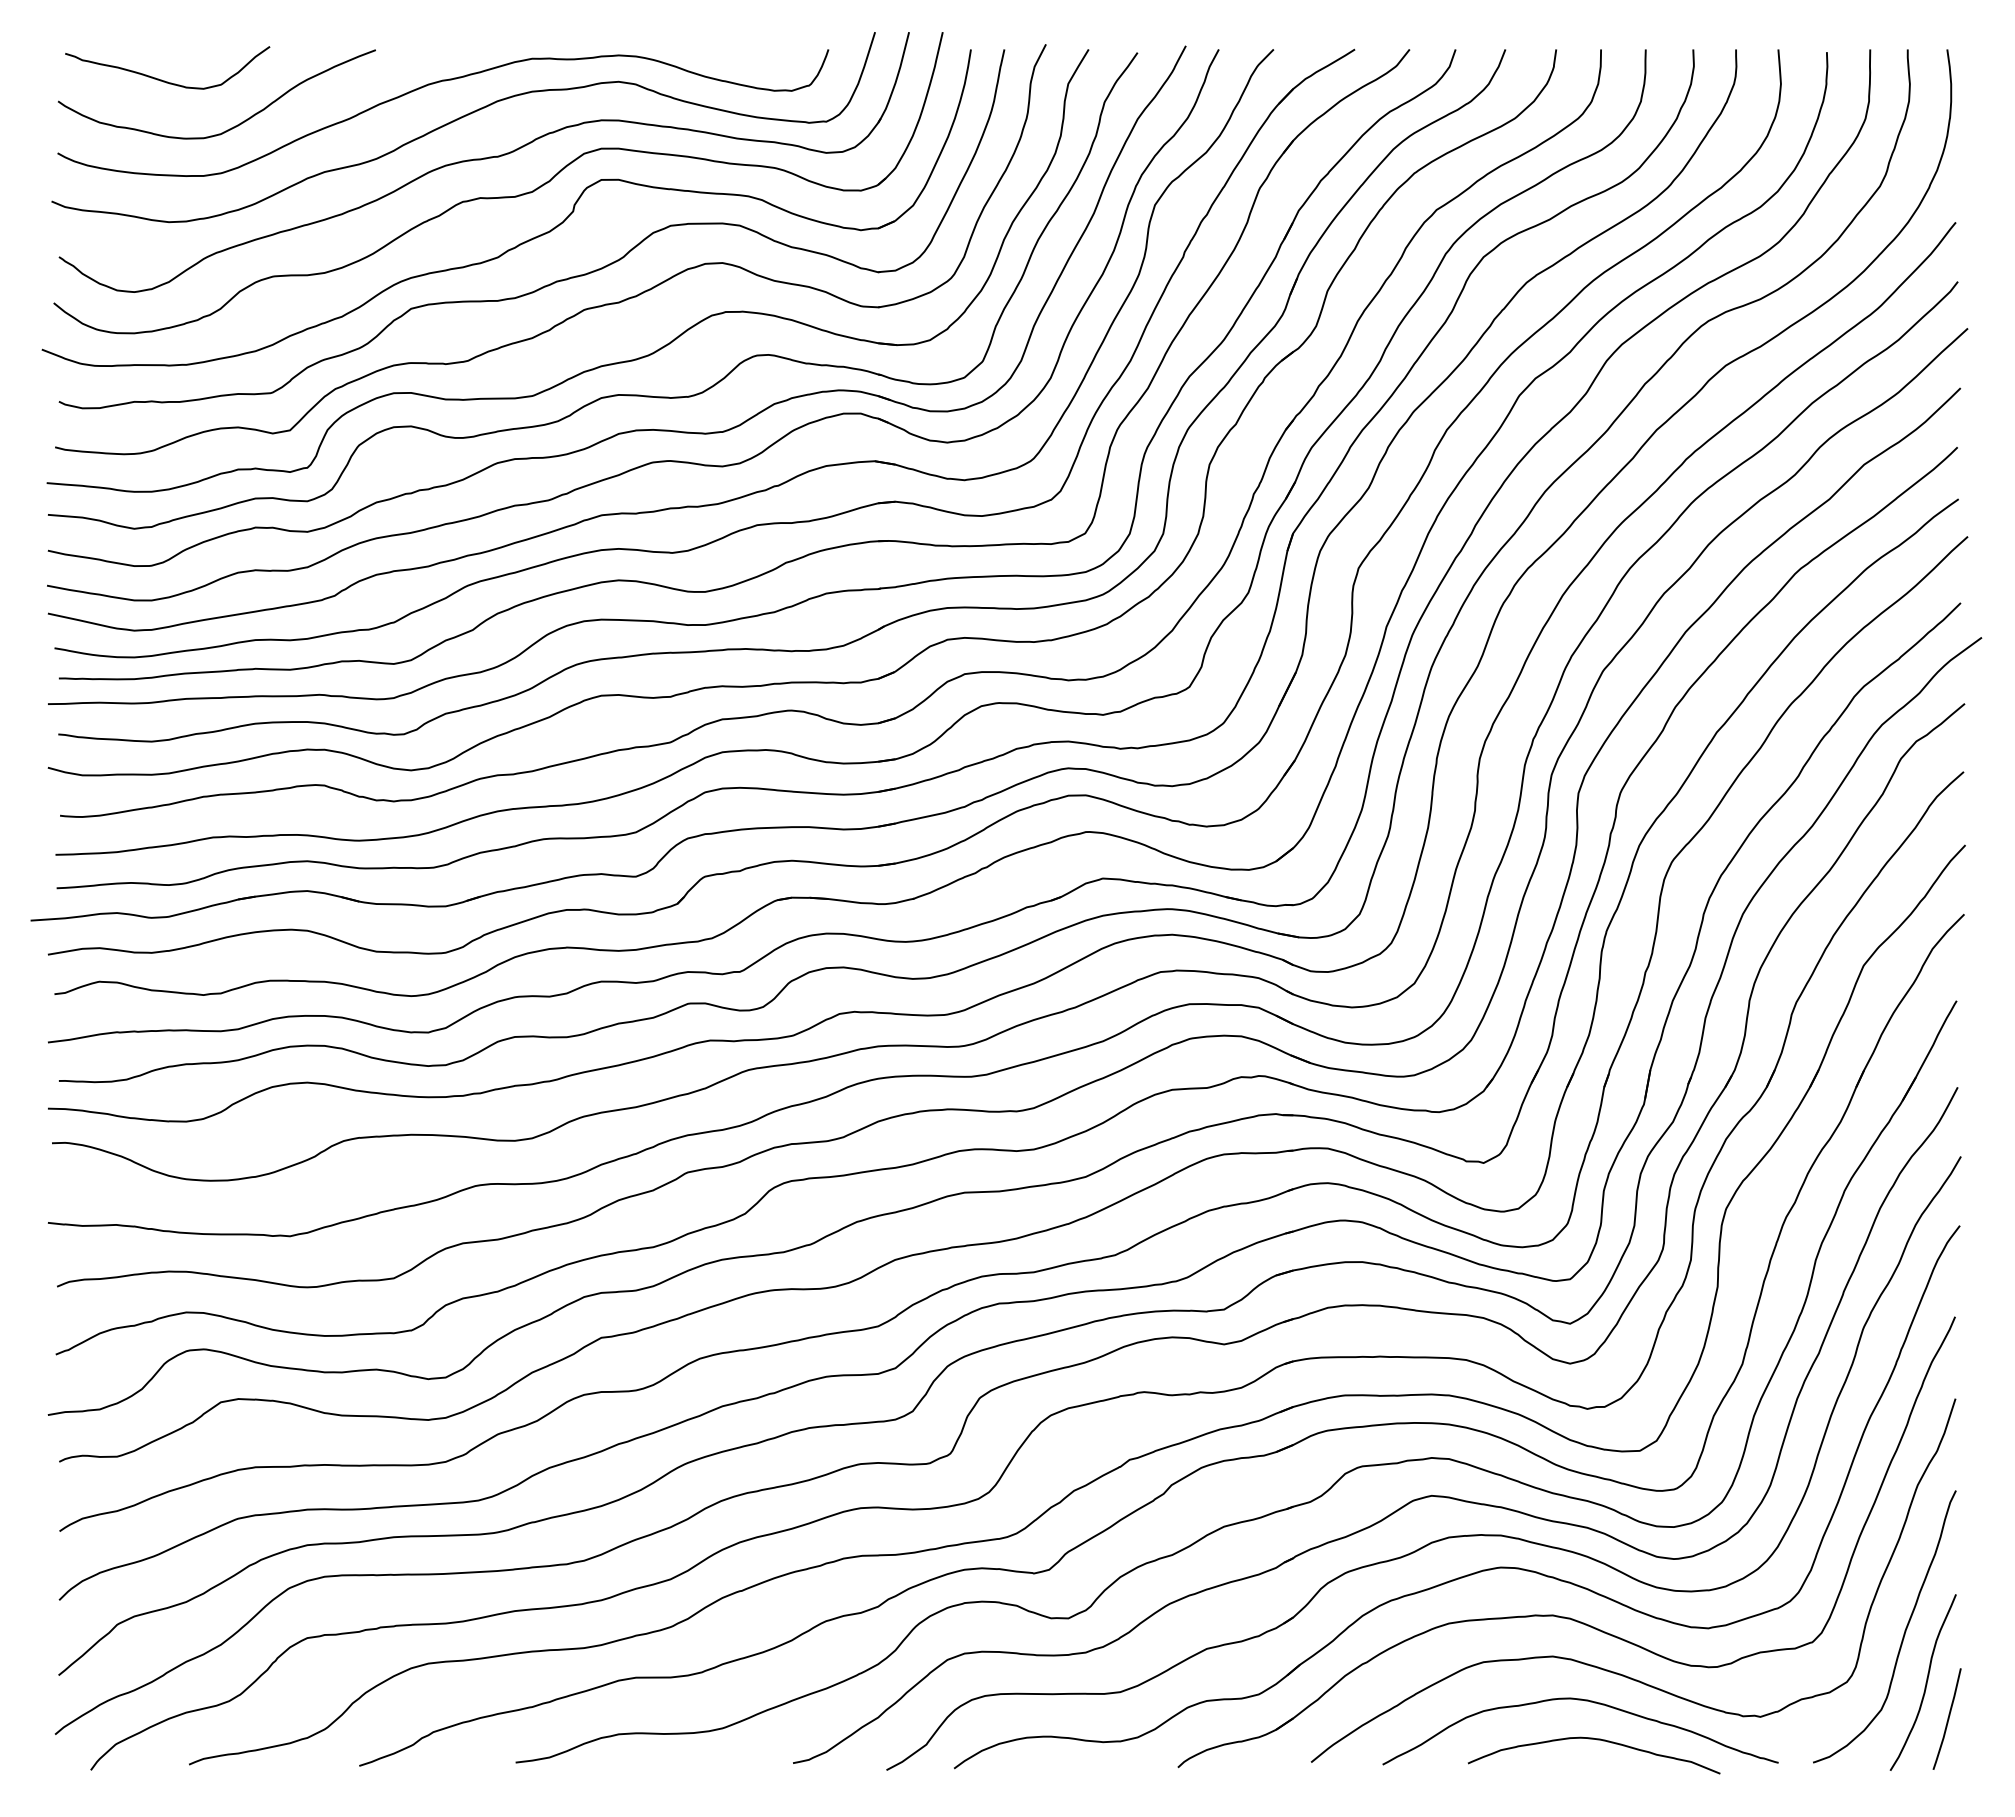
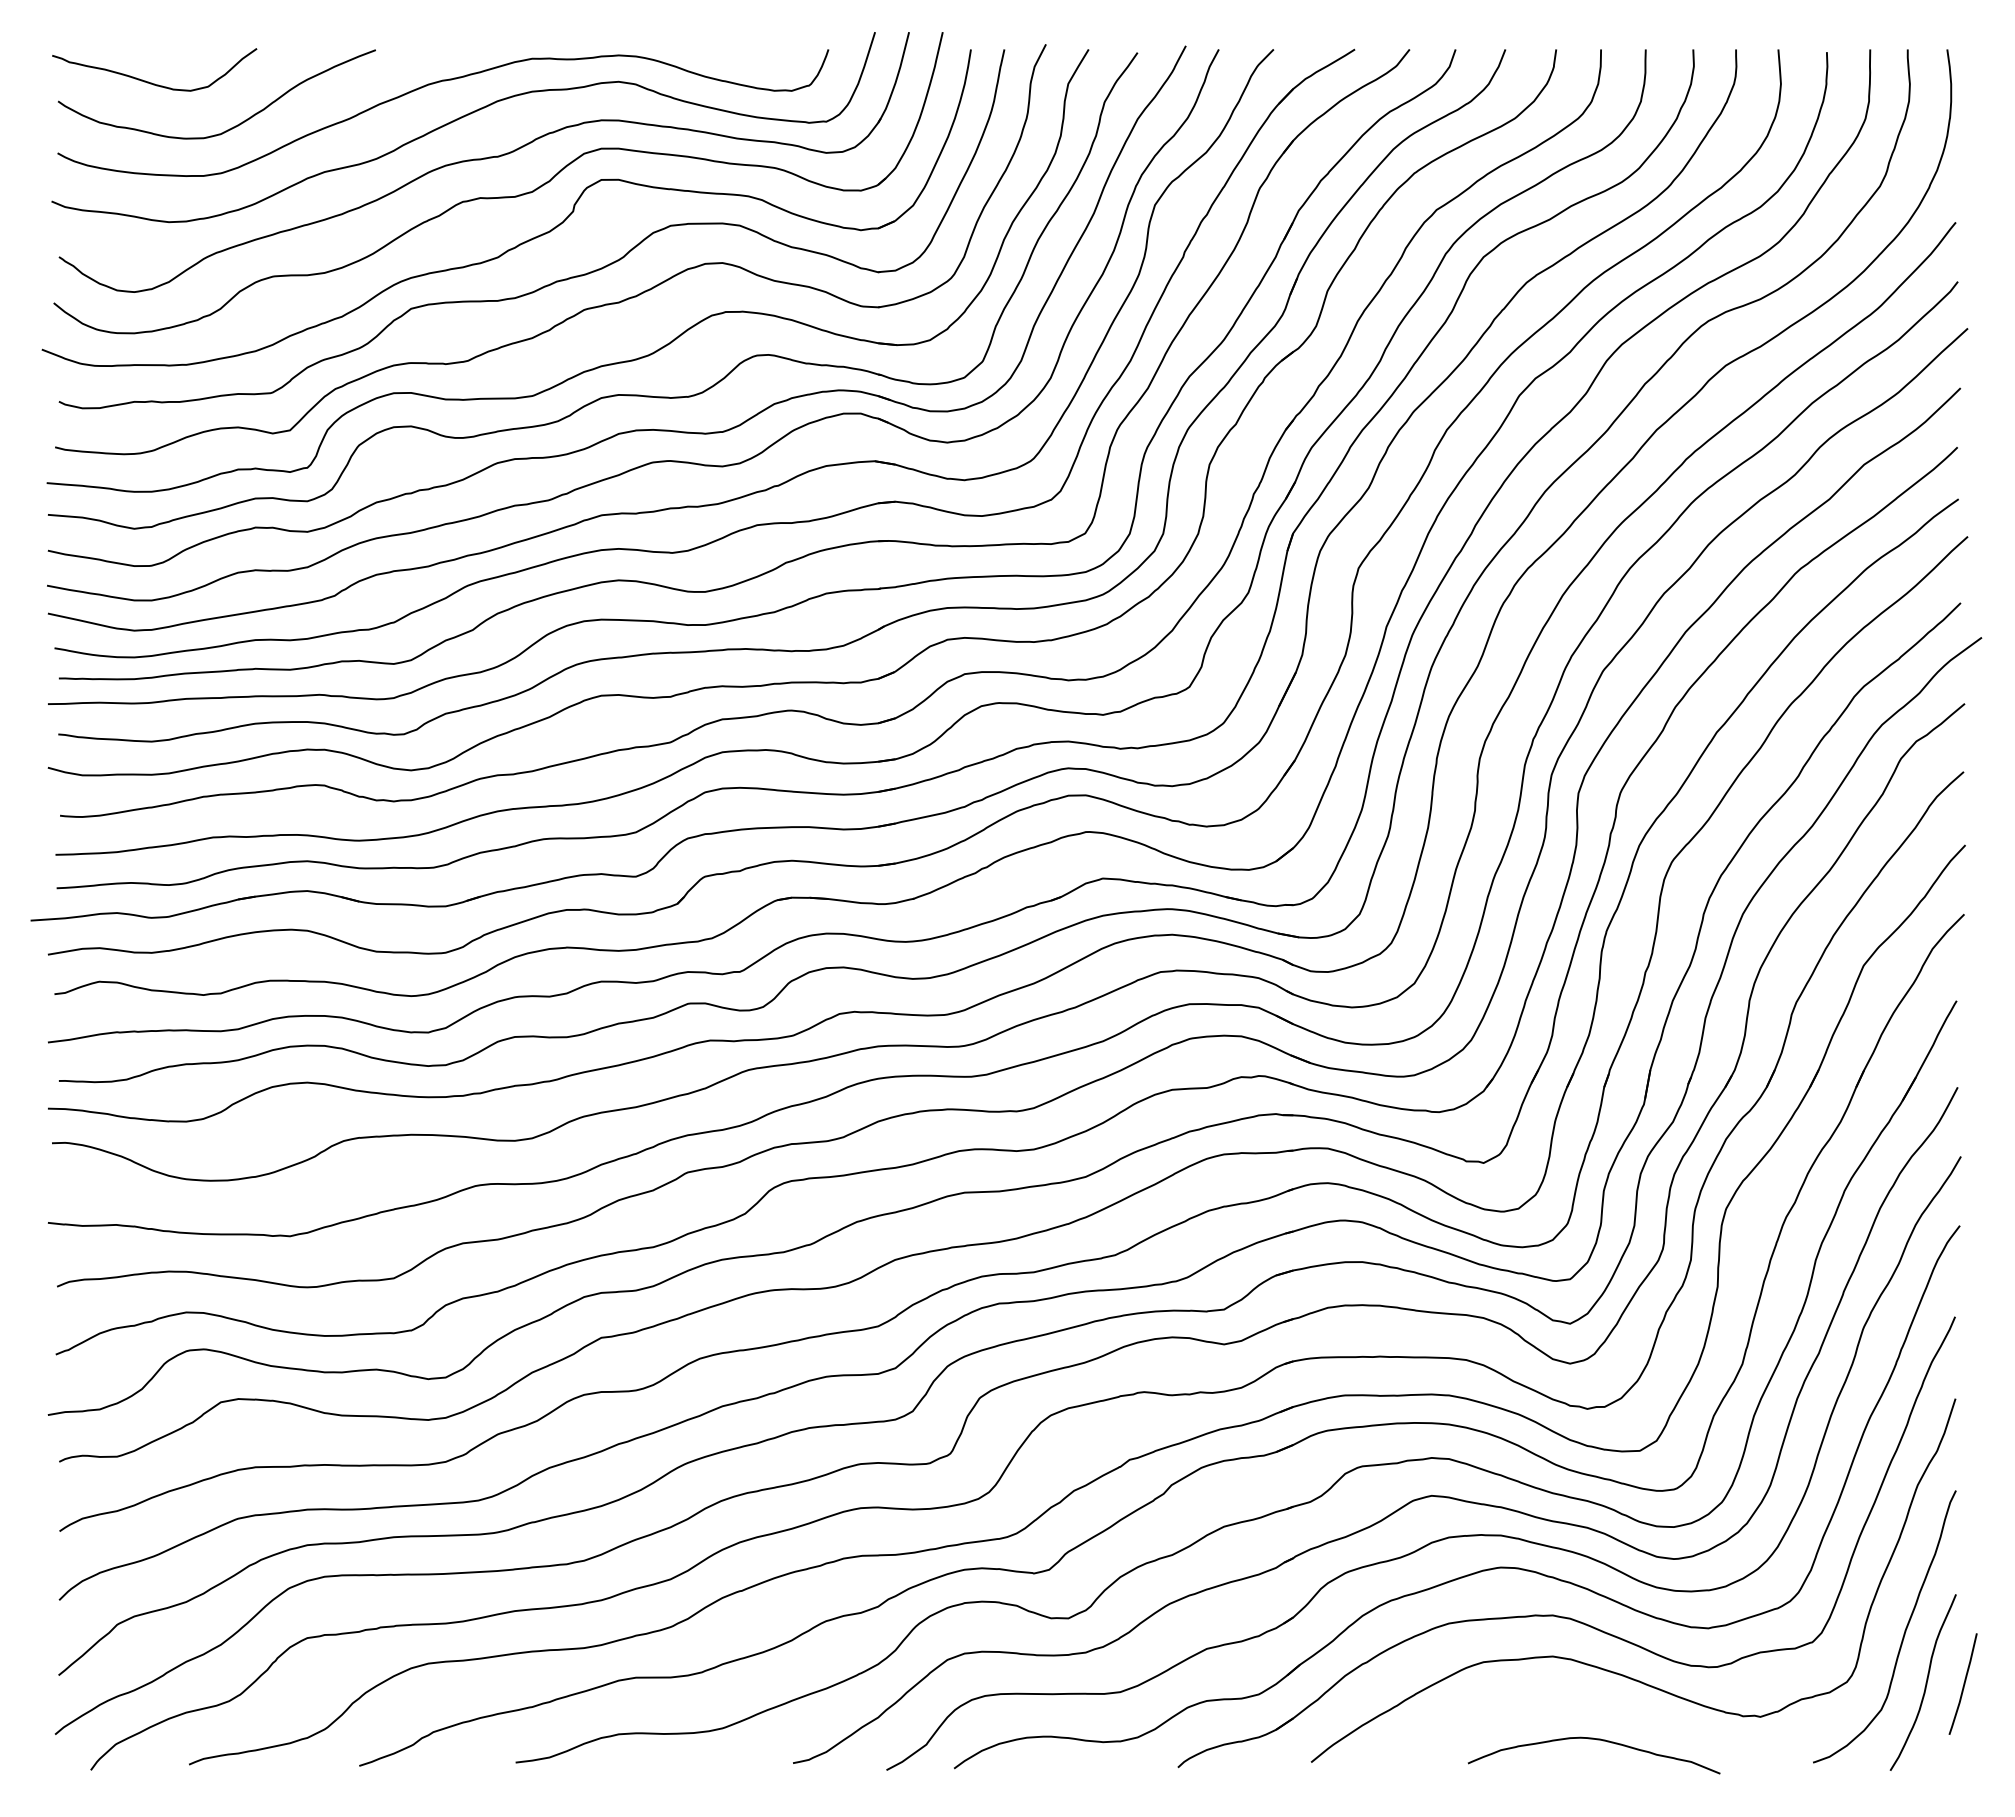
curve at (164, 80) position: (164, 80) -> (151, 82)
curve at (1585, 1701): present -> none
curve at (1947, 1718) position: (1947, 1718) -> (1963, 1683)
